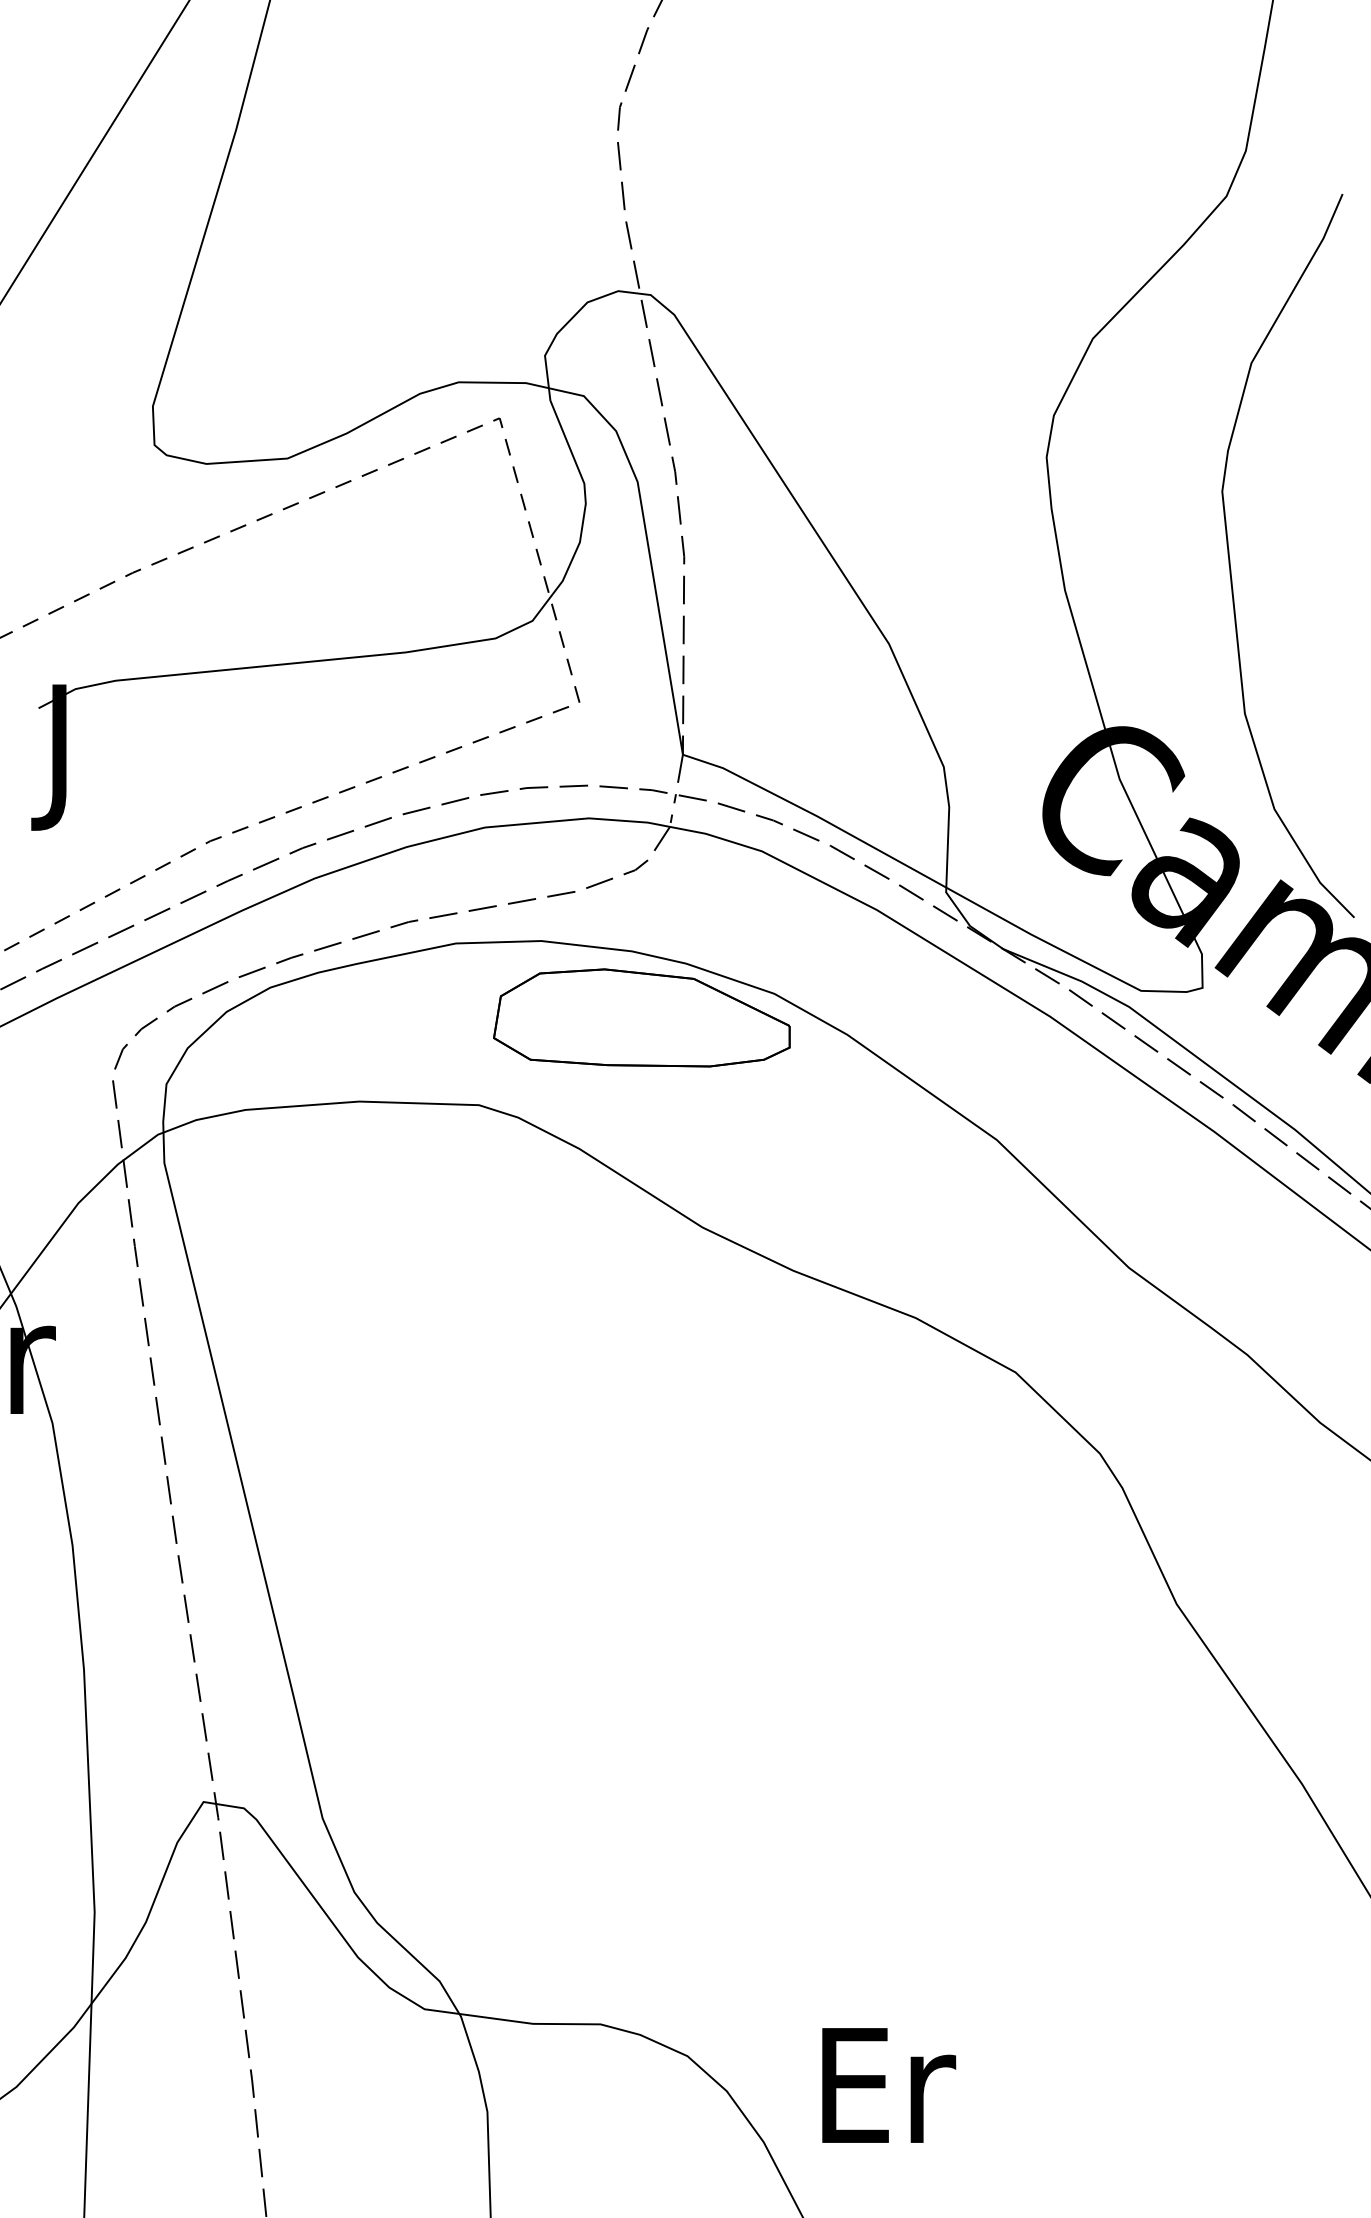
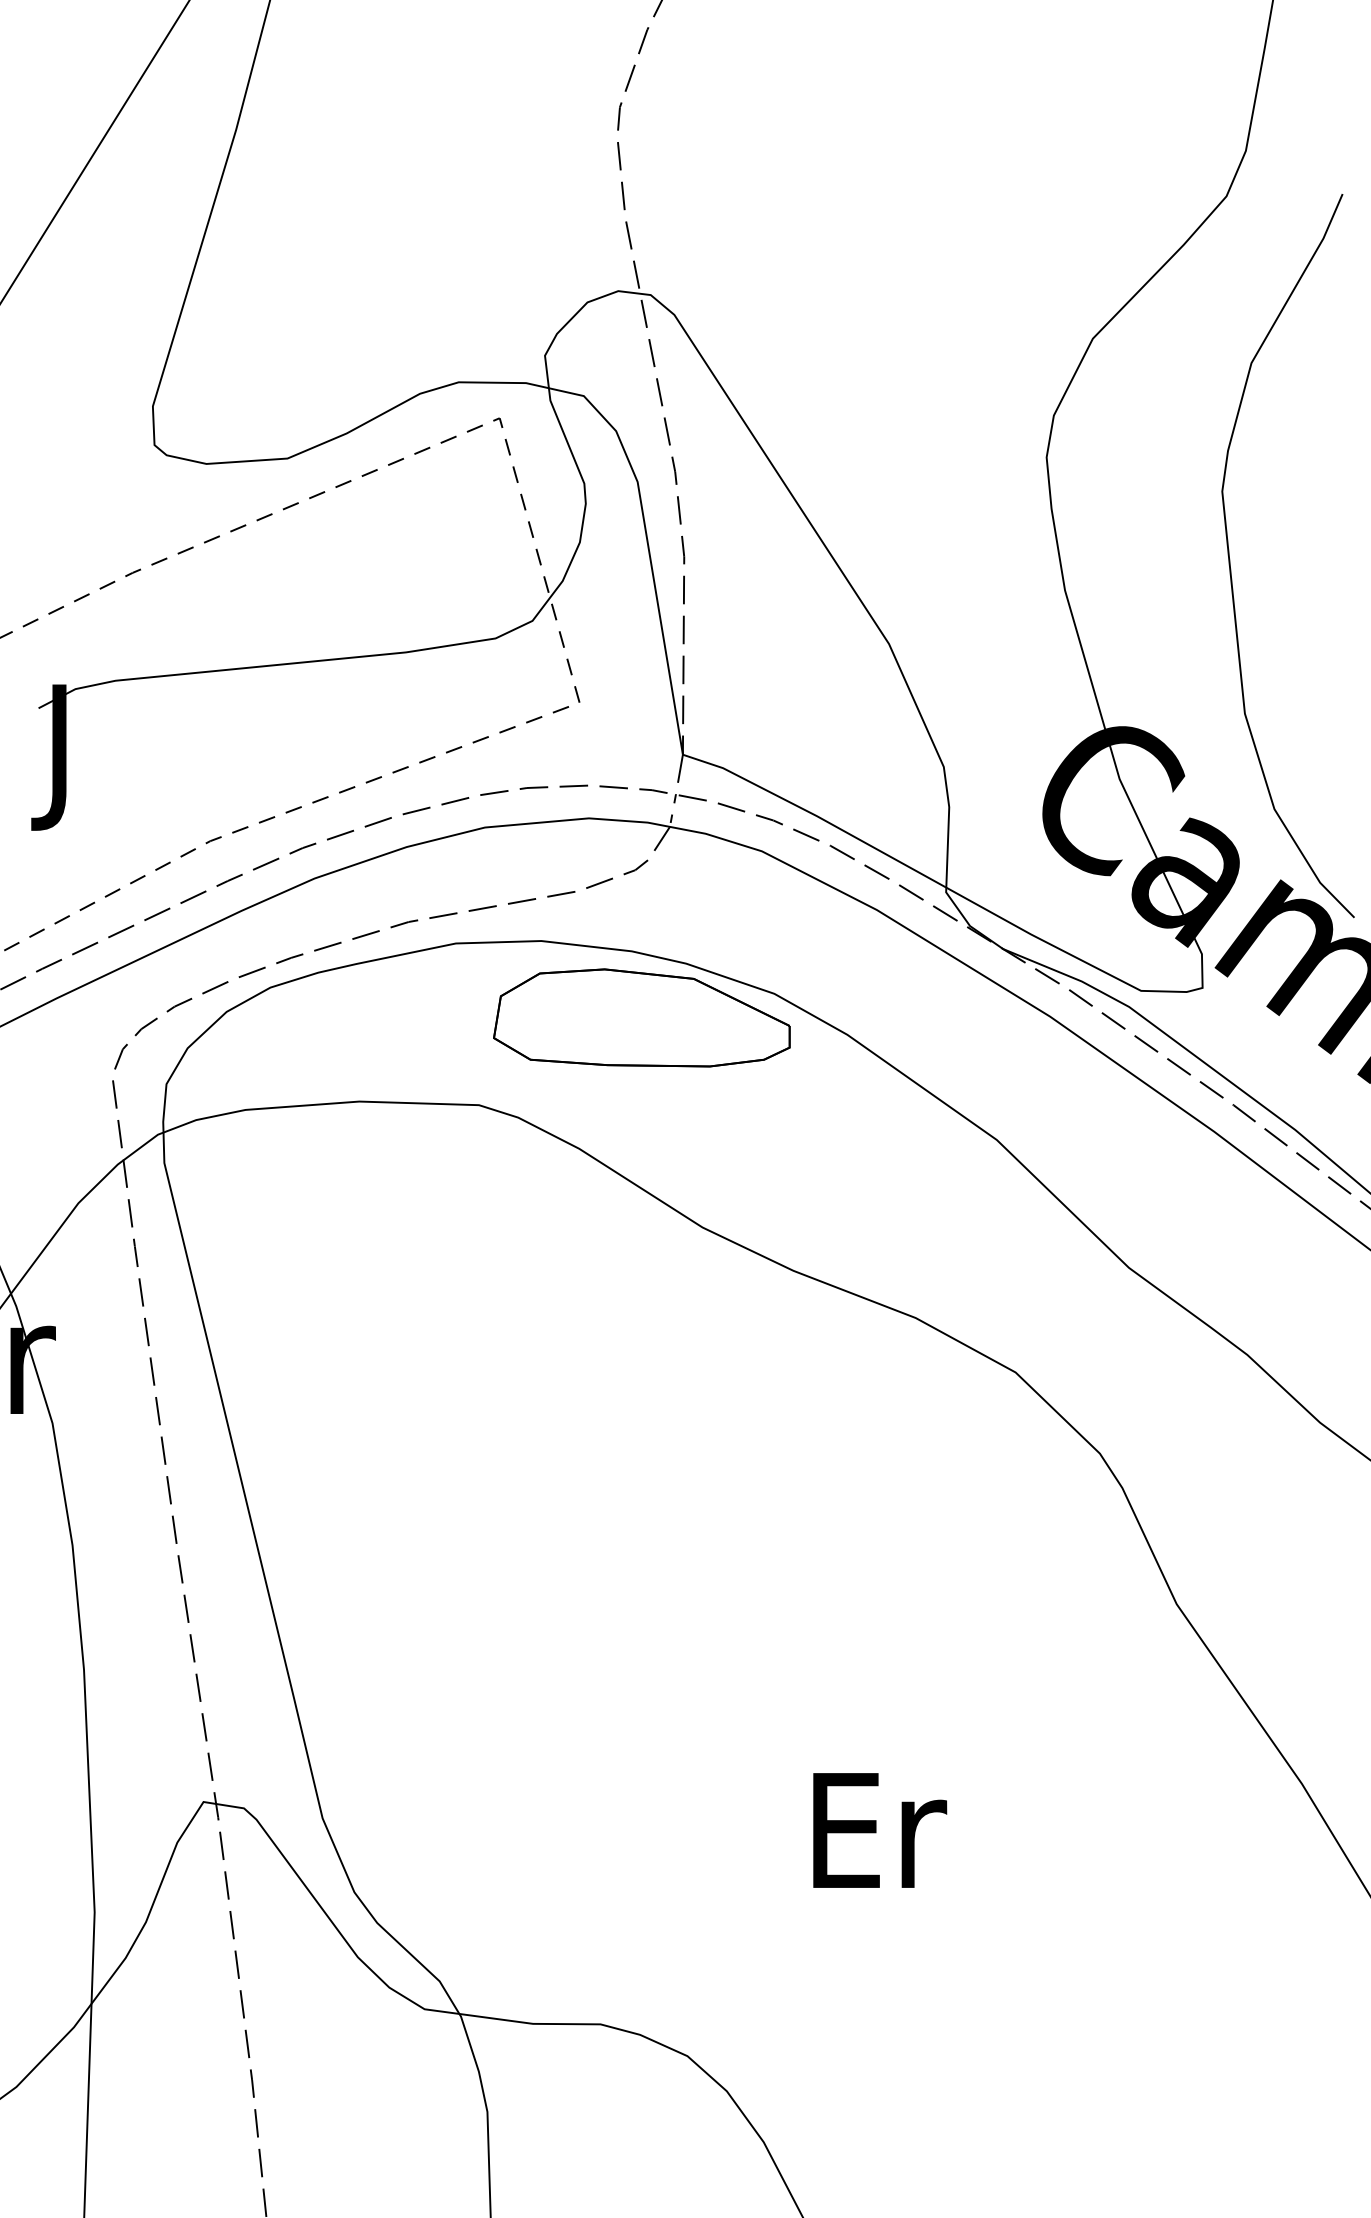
text at (889, 2085) position: (889, 2085) -> (880, 1830)
